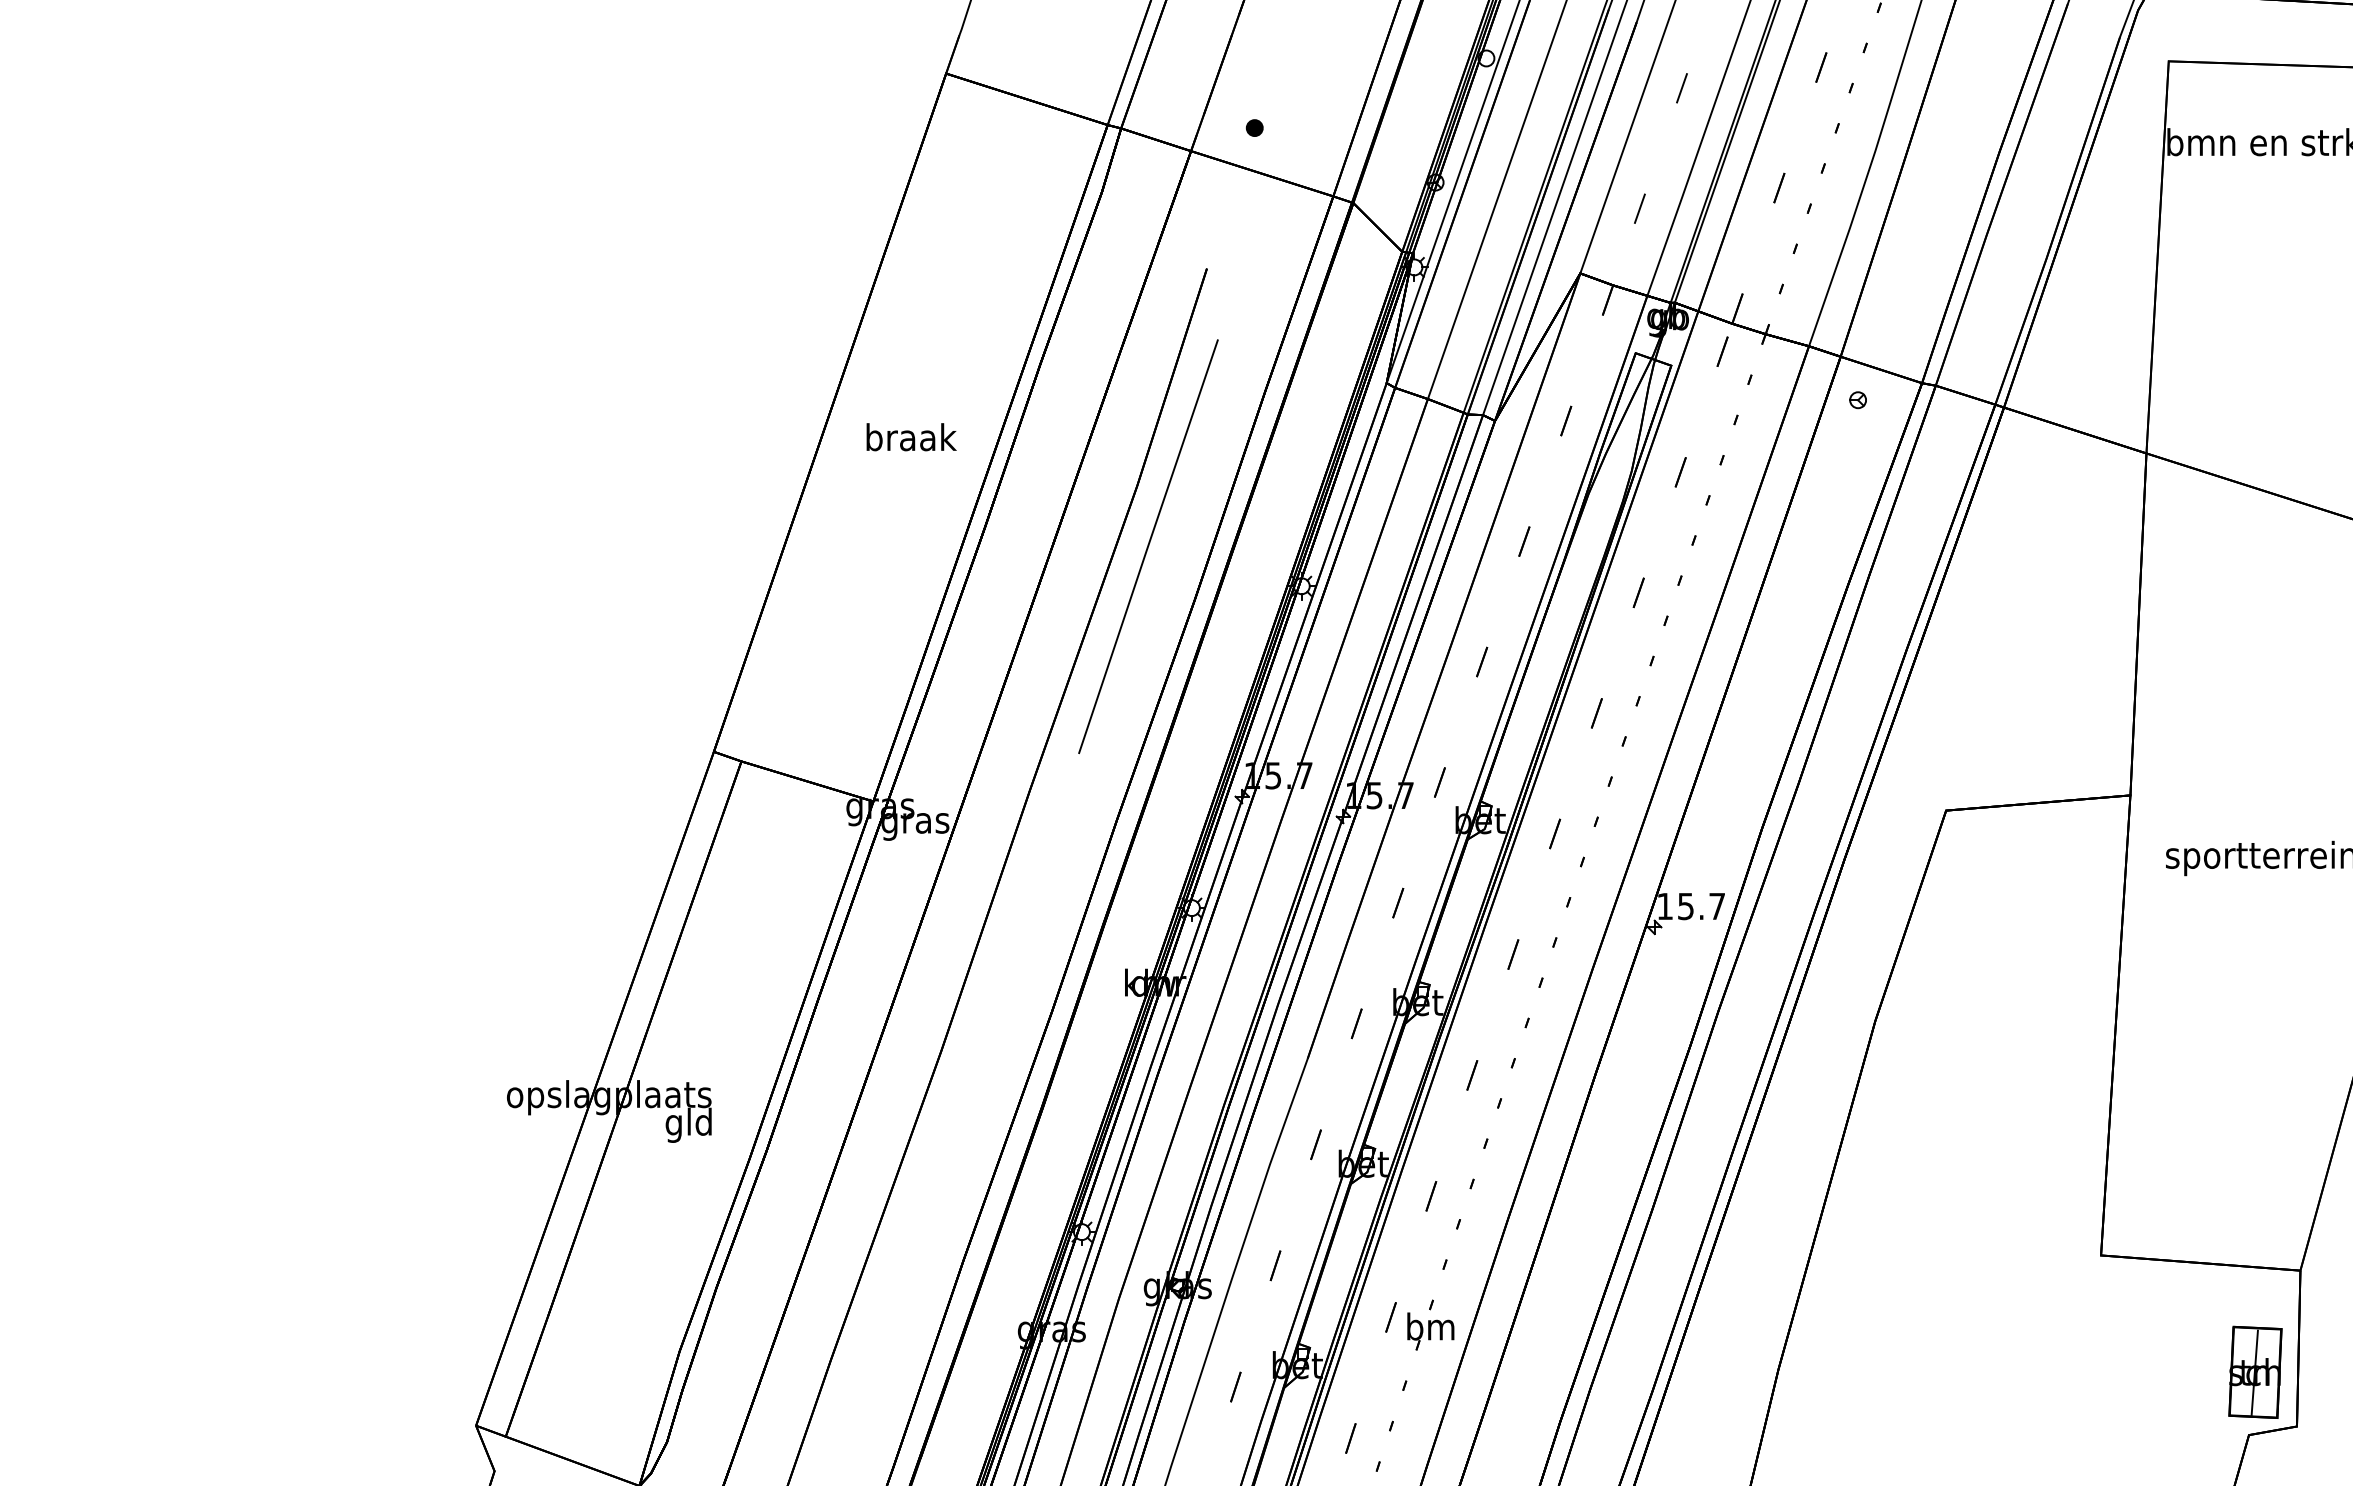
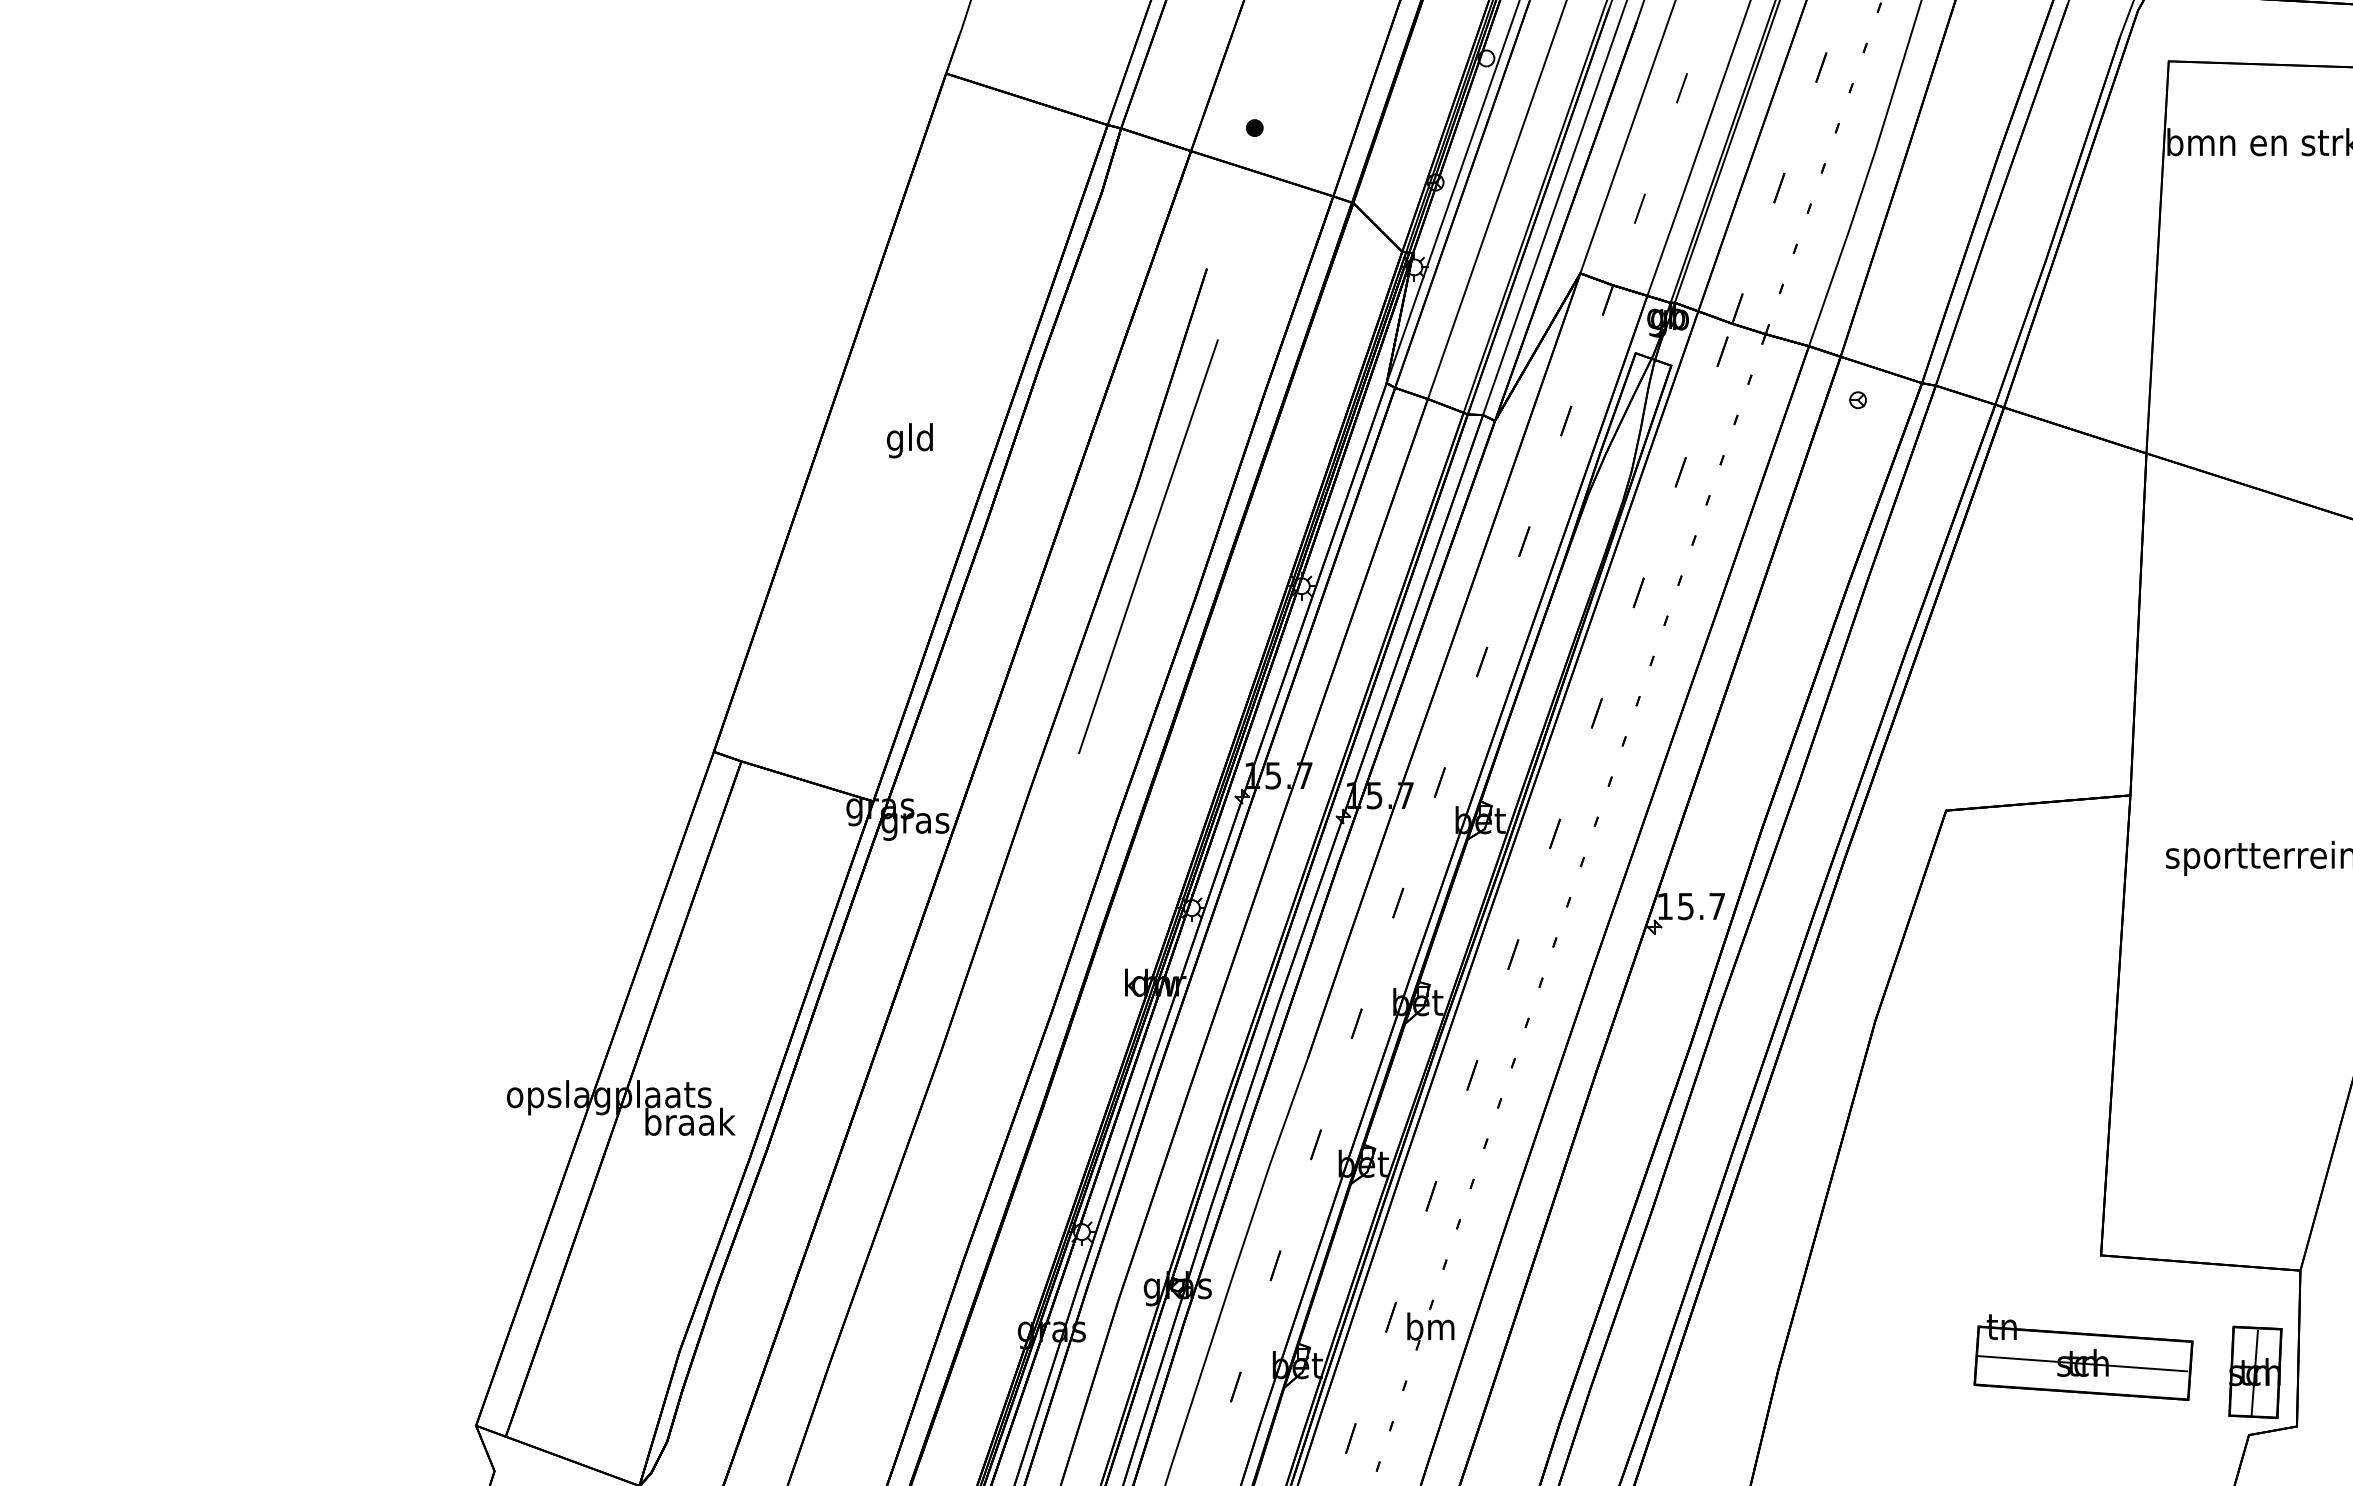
text at (911, 440): braak -> gld
text at (690, 1124): gld -> braak
part at (2083, 1357): none -> present
